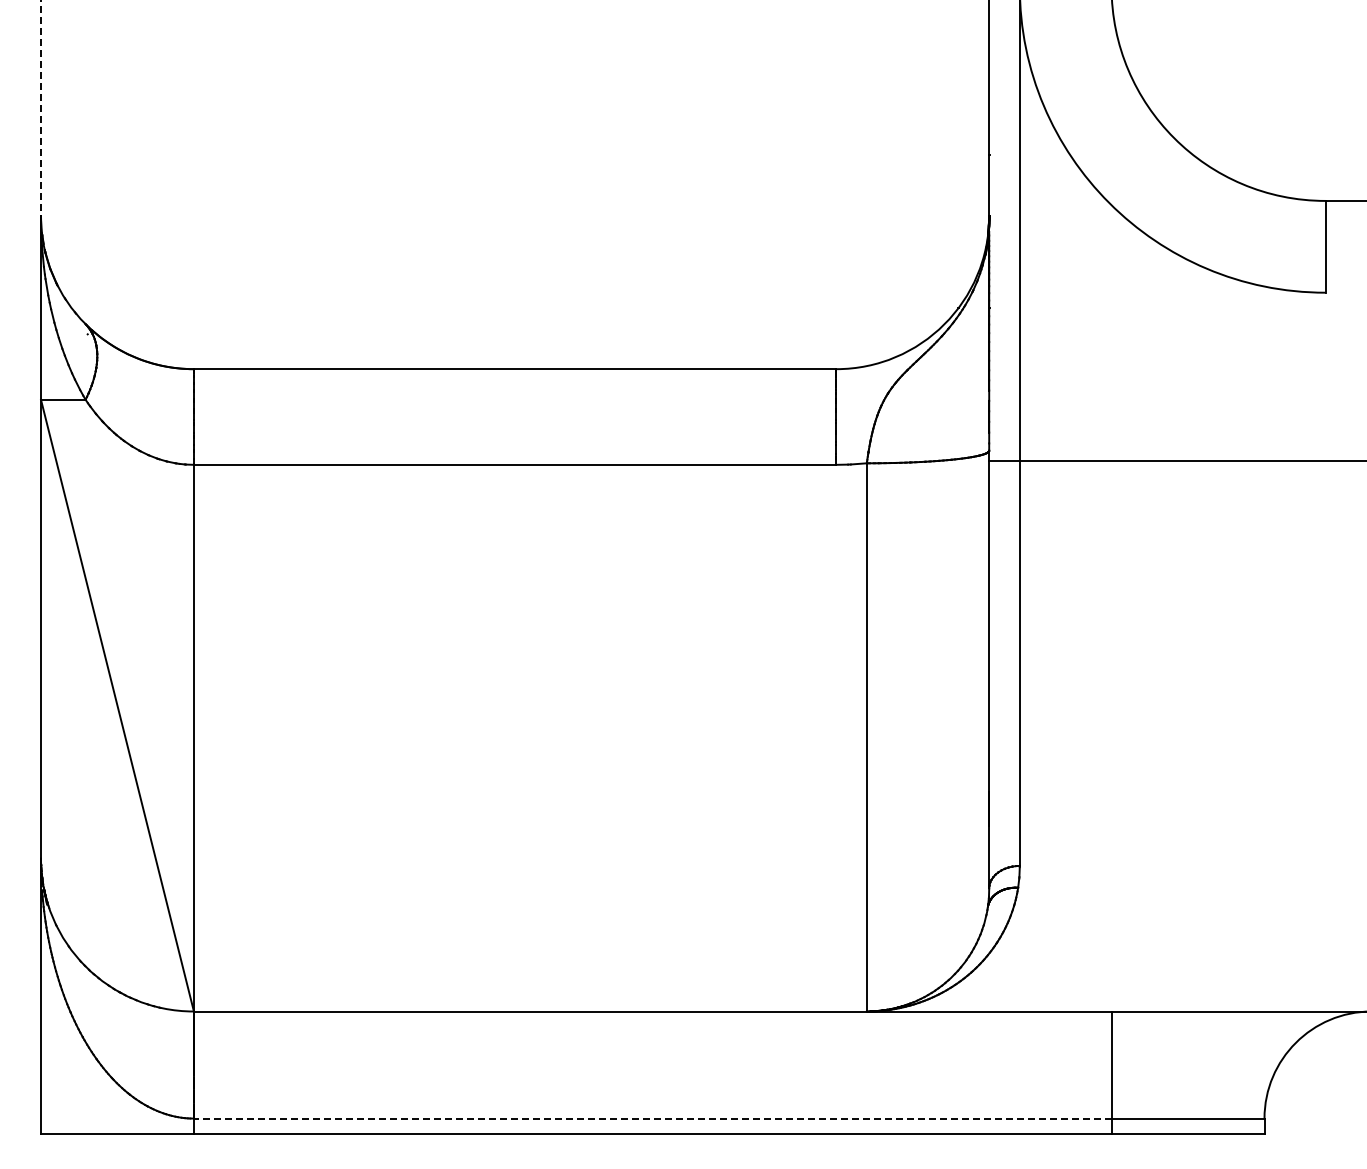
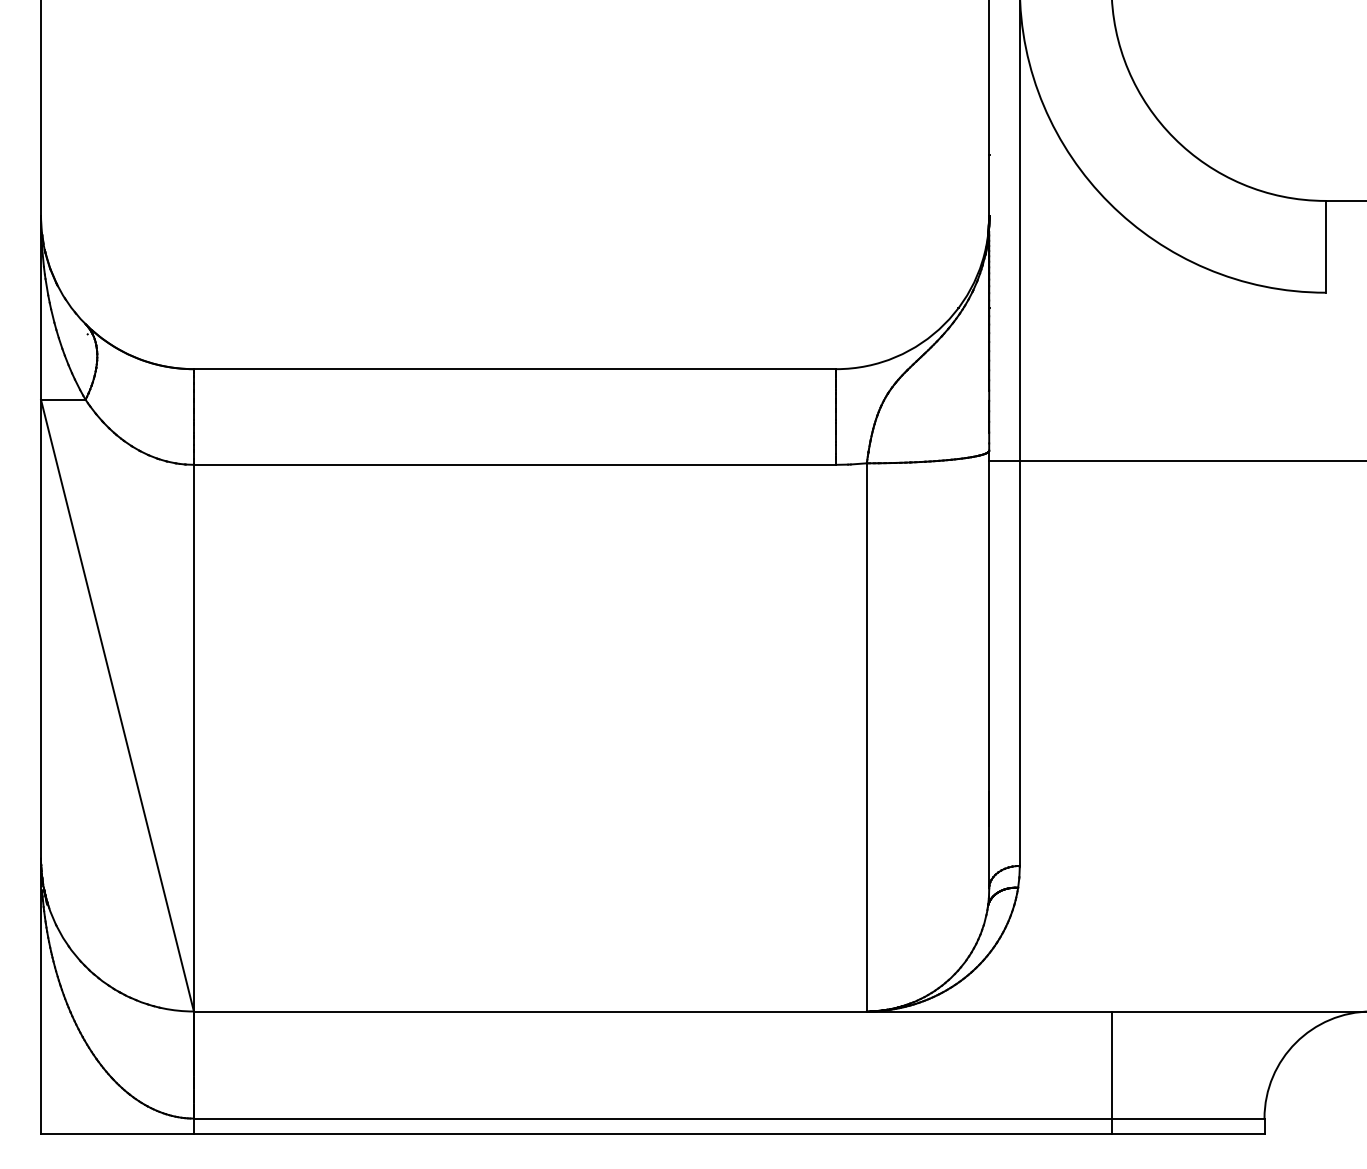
line at (41, 108): dashed -> solid
line at (652, 1118): dashed -> solid
